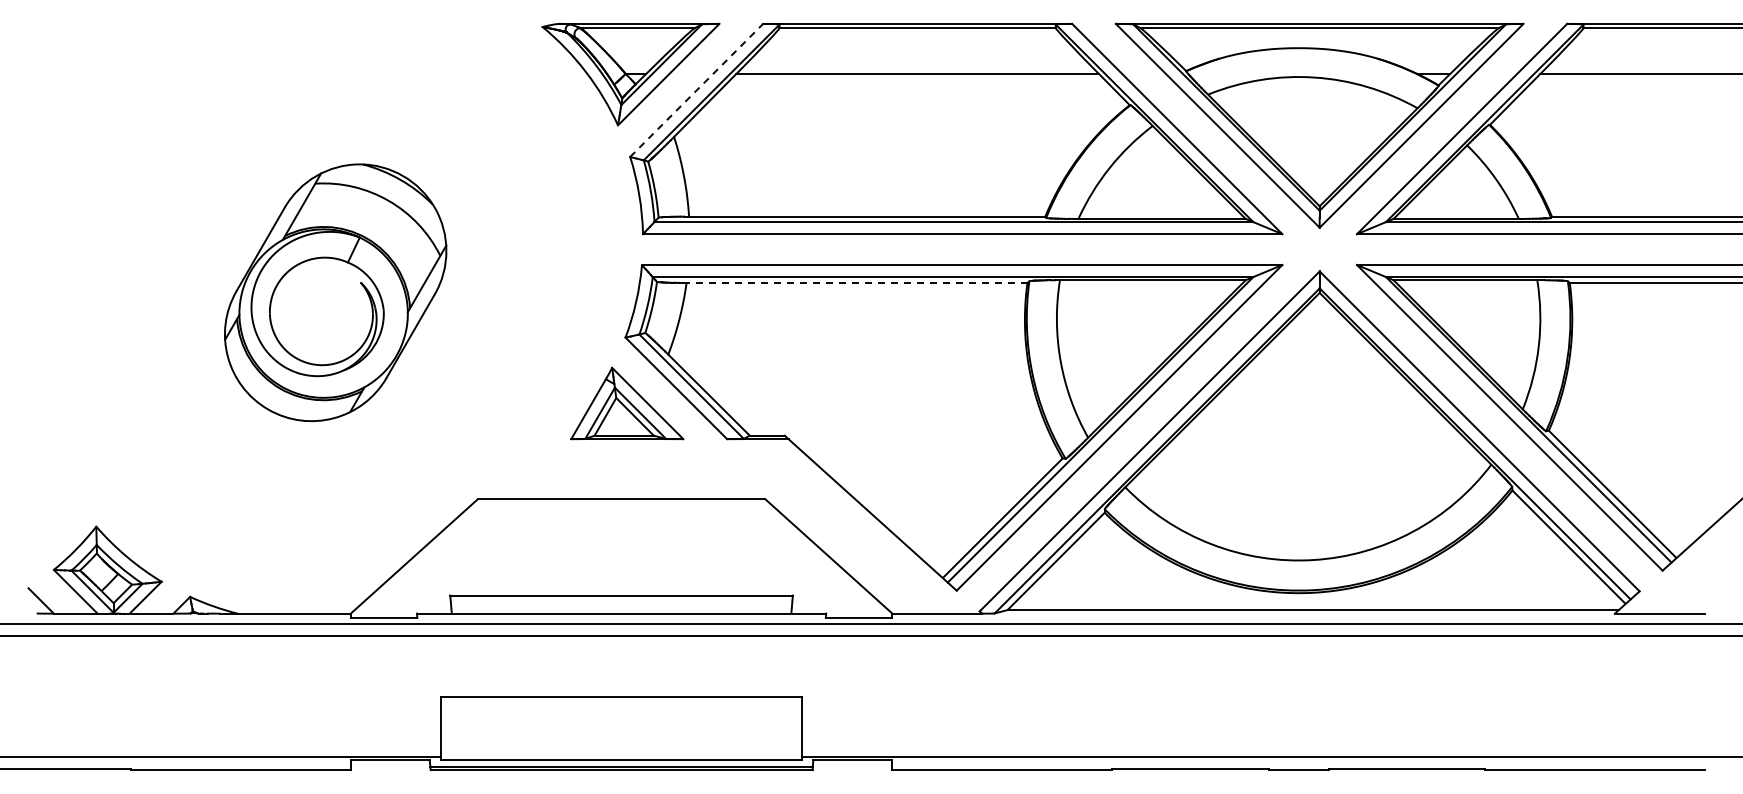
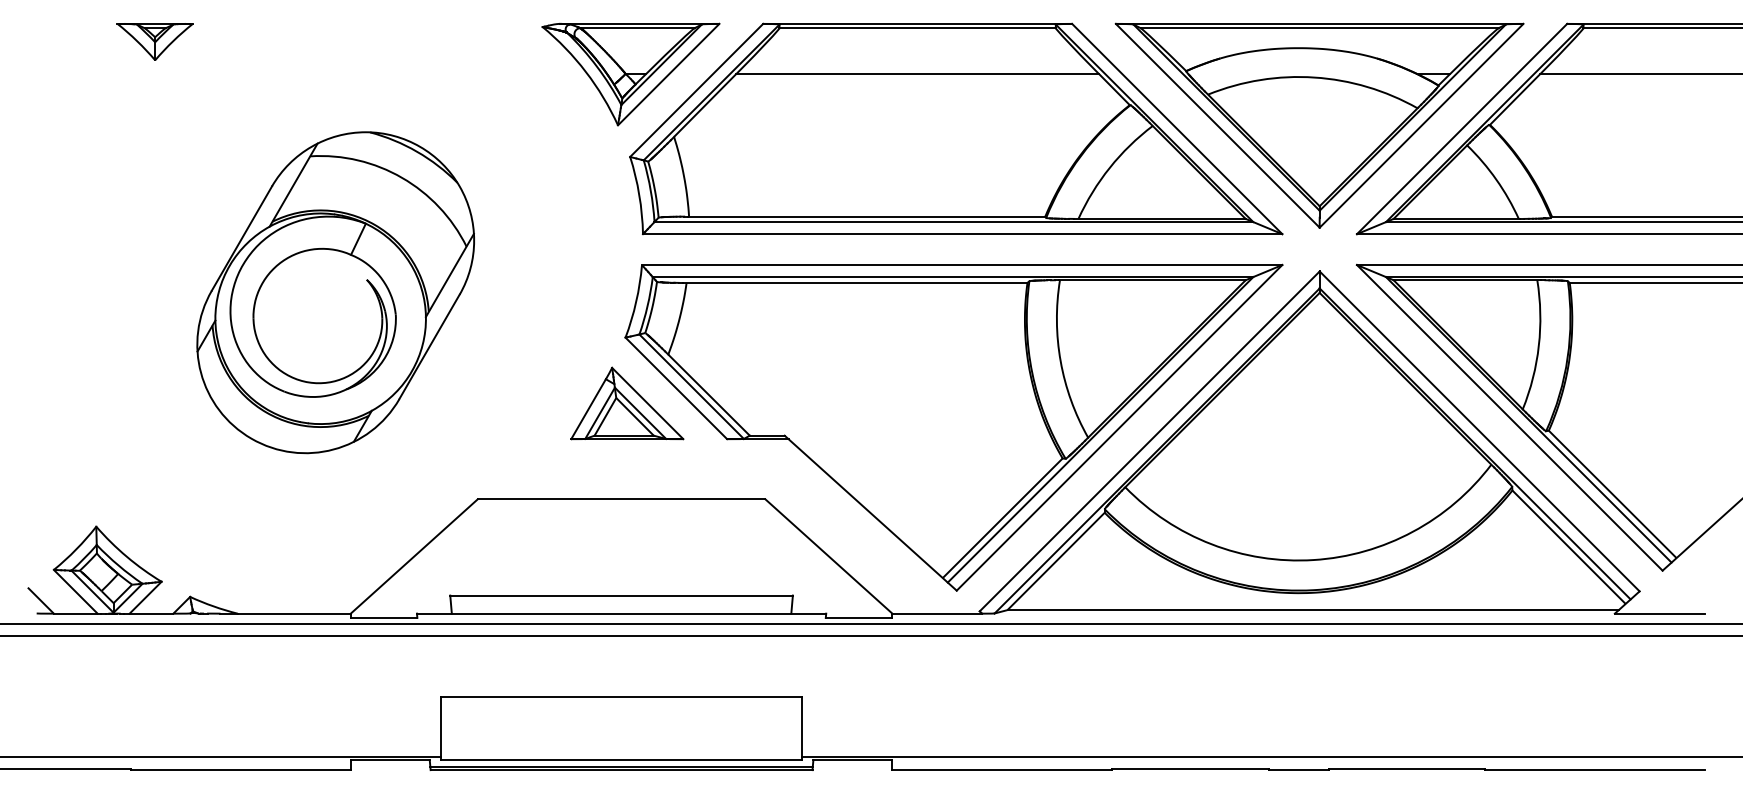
part at (154, 41): none -> present
line at (697, 90): dashed -> solid
line at (855, 282): dashed -> solid
part at (335, 292) size: 224x260 px -> 279x324 px
